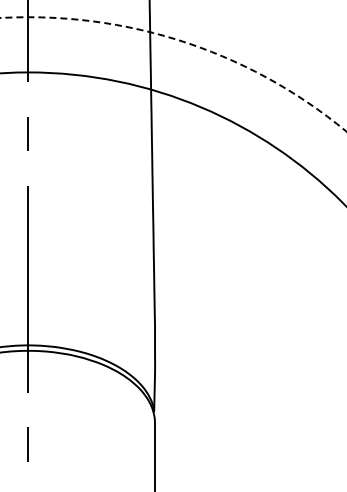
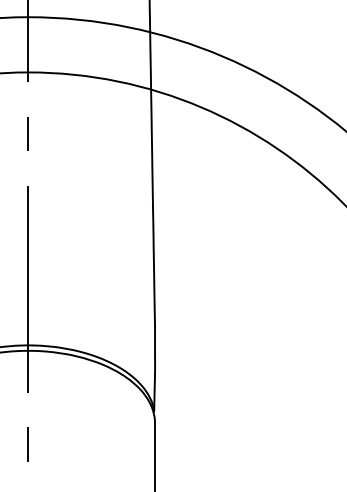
circle at (173, 74): dashed -> solid
